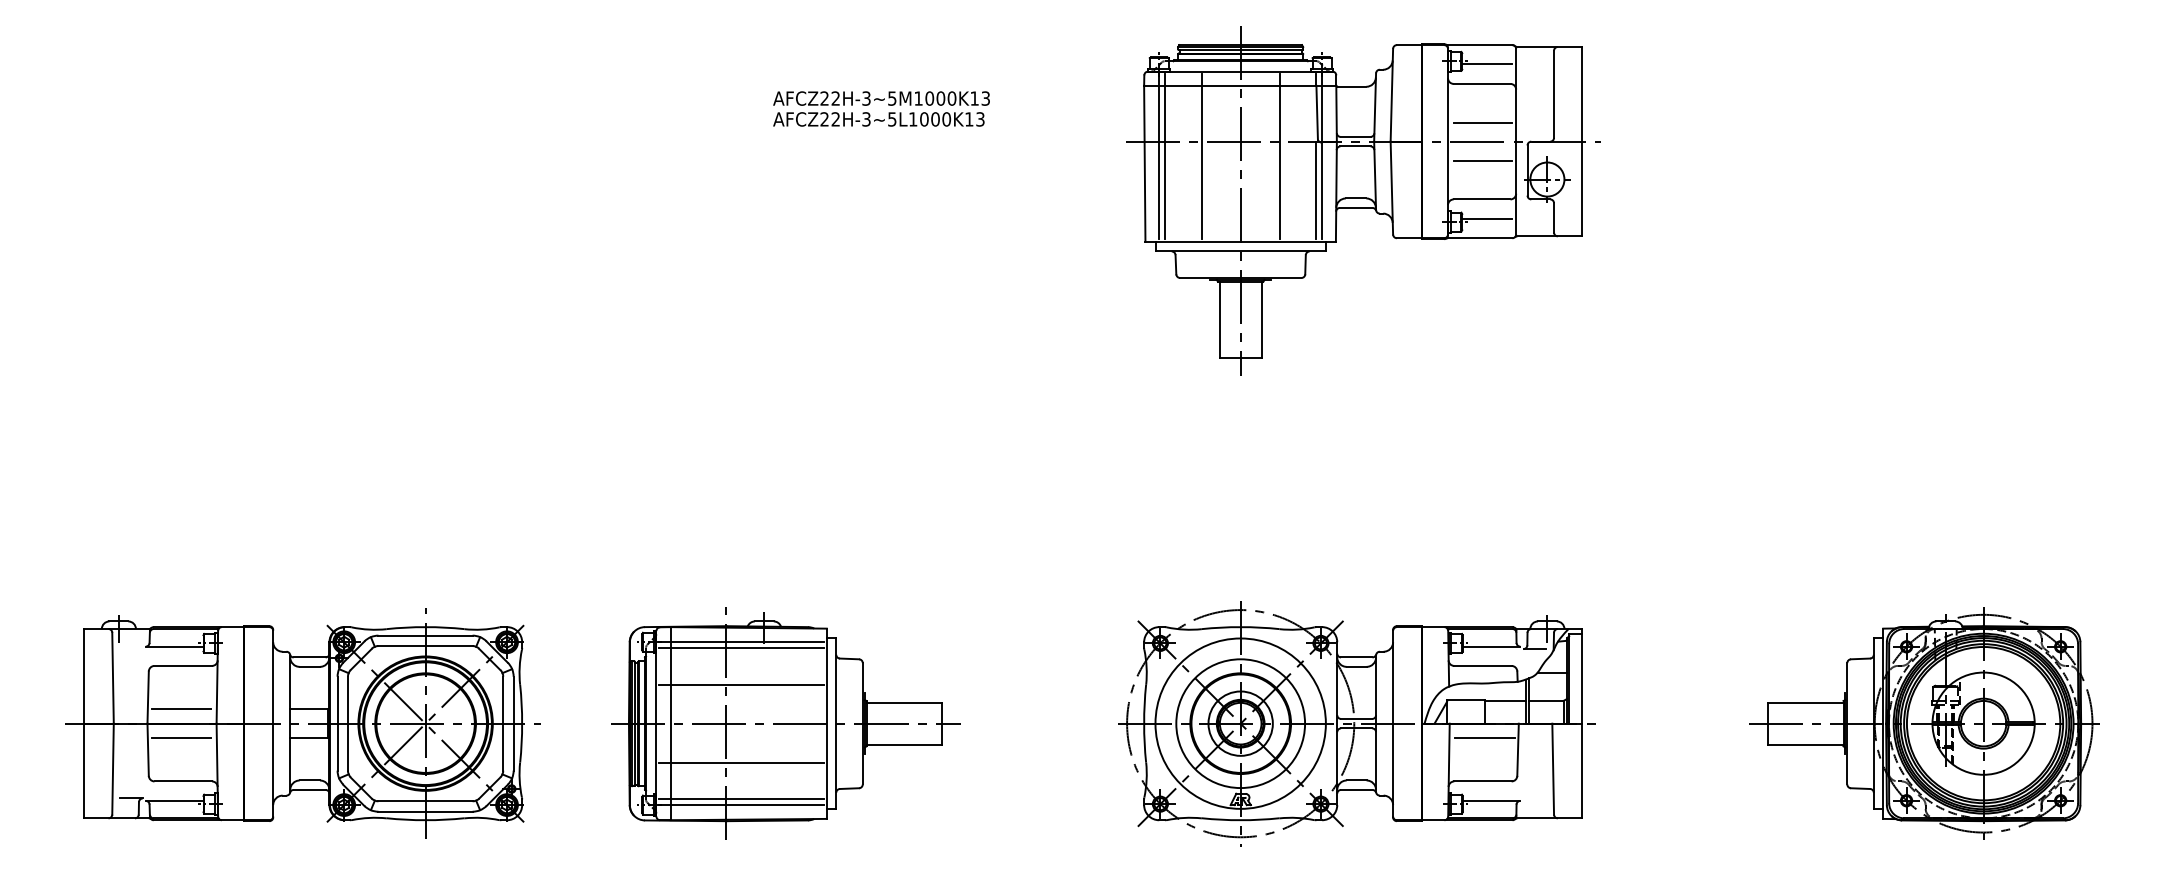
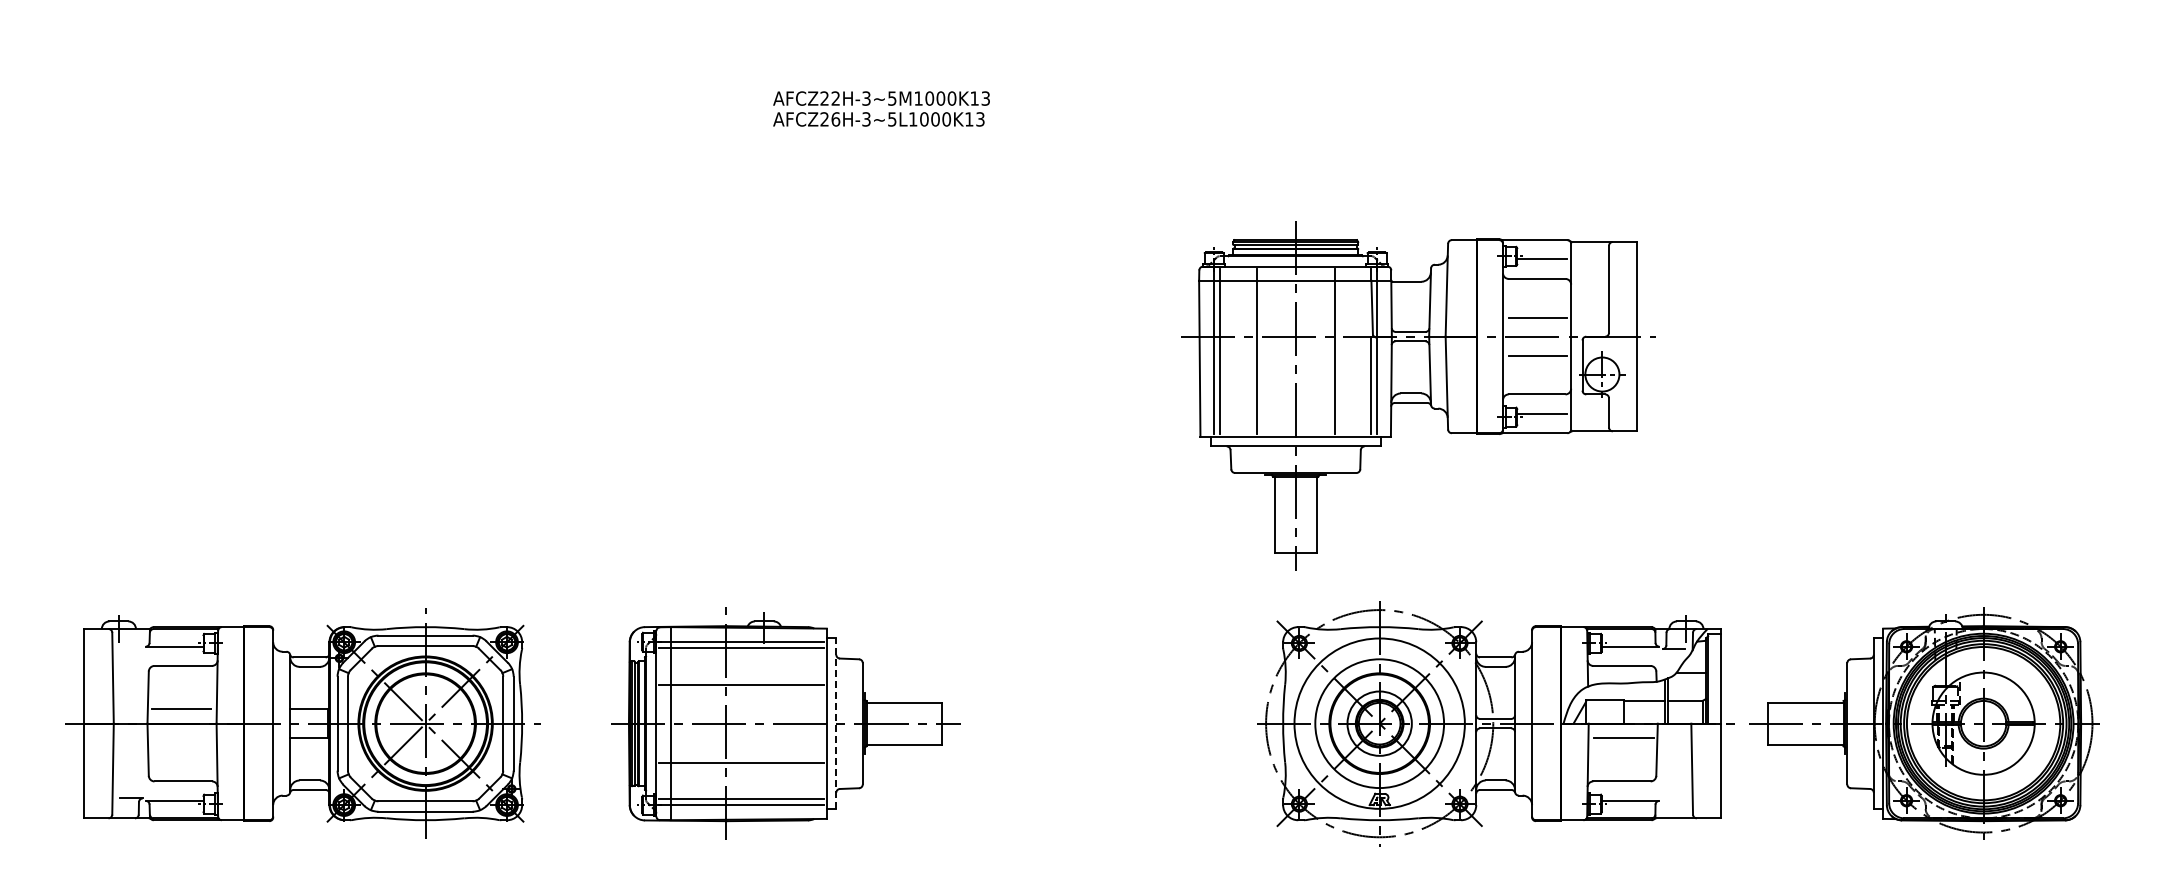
text at (835, 119): AFCZ22H-3~5L1000K13 -> AFCZ26H-3~5L1000K13
part at (1363, 200) position: (1363, 200) -> (1418, 395)
line at (836, 723): solid -> dashed
part at (1356, 723) position: (1356, 723) -> (1495, 723)
line at (181, 738): present -> none
